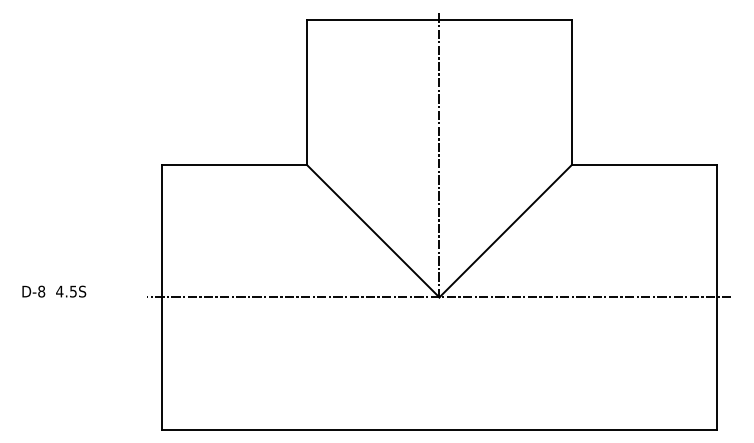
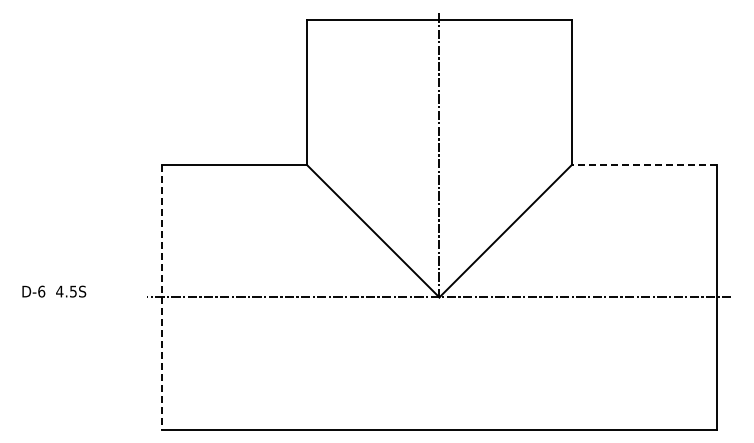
line at (644, 165): solid -> dashed
text at (41, 291): D-8 -> D-6
line at (161, 297): solid -> dashed
